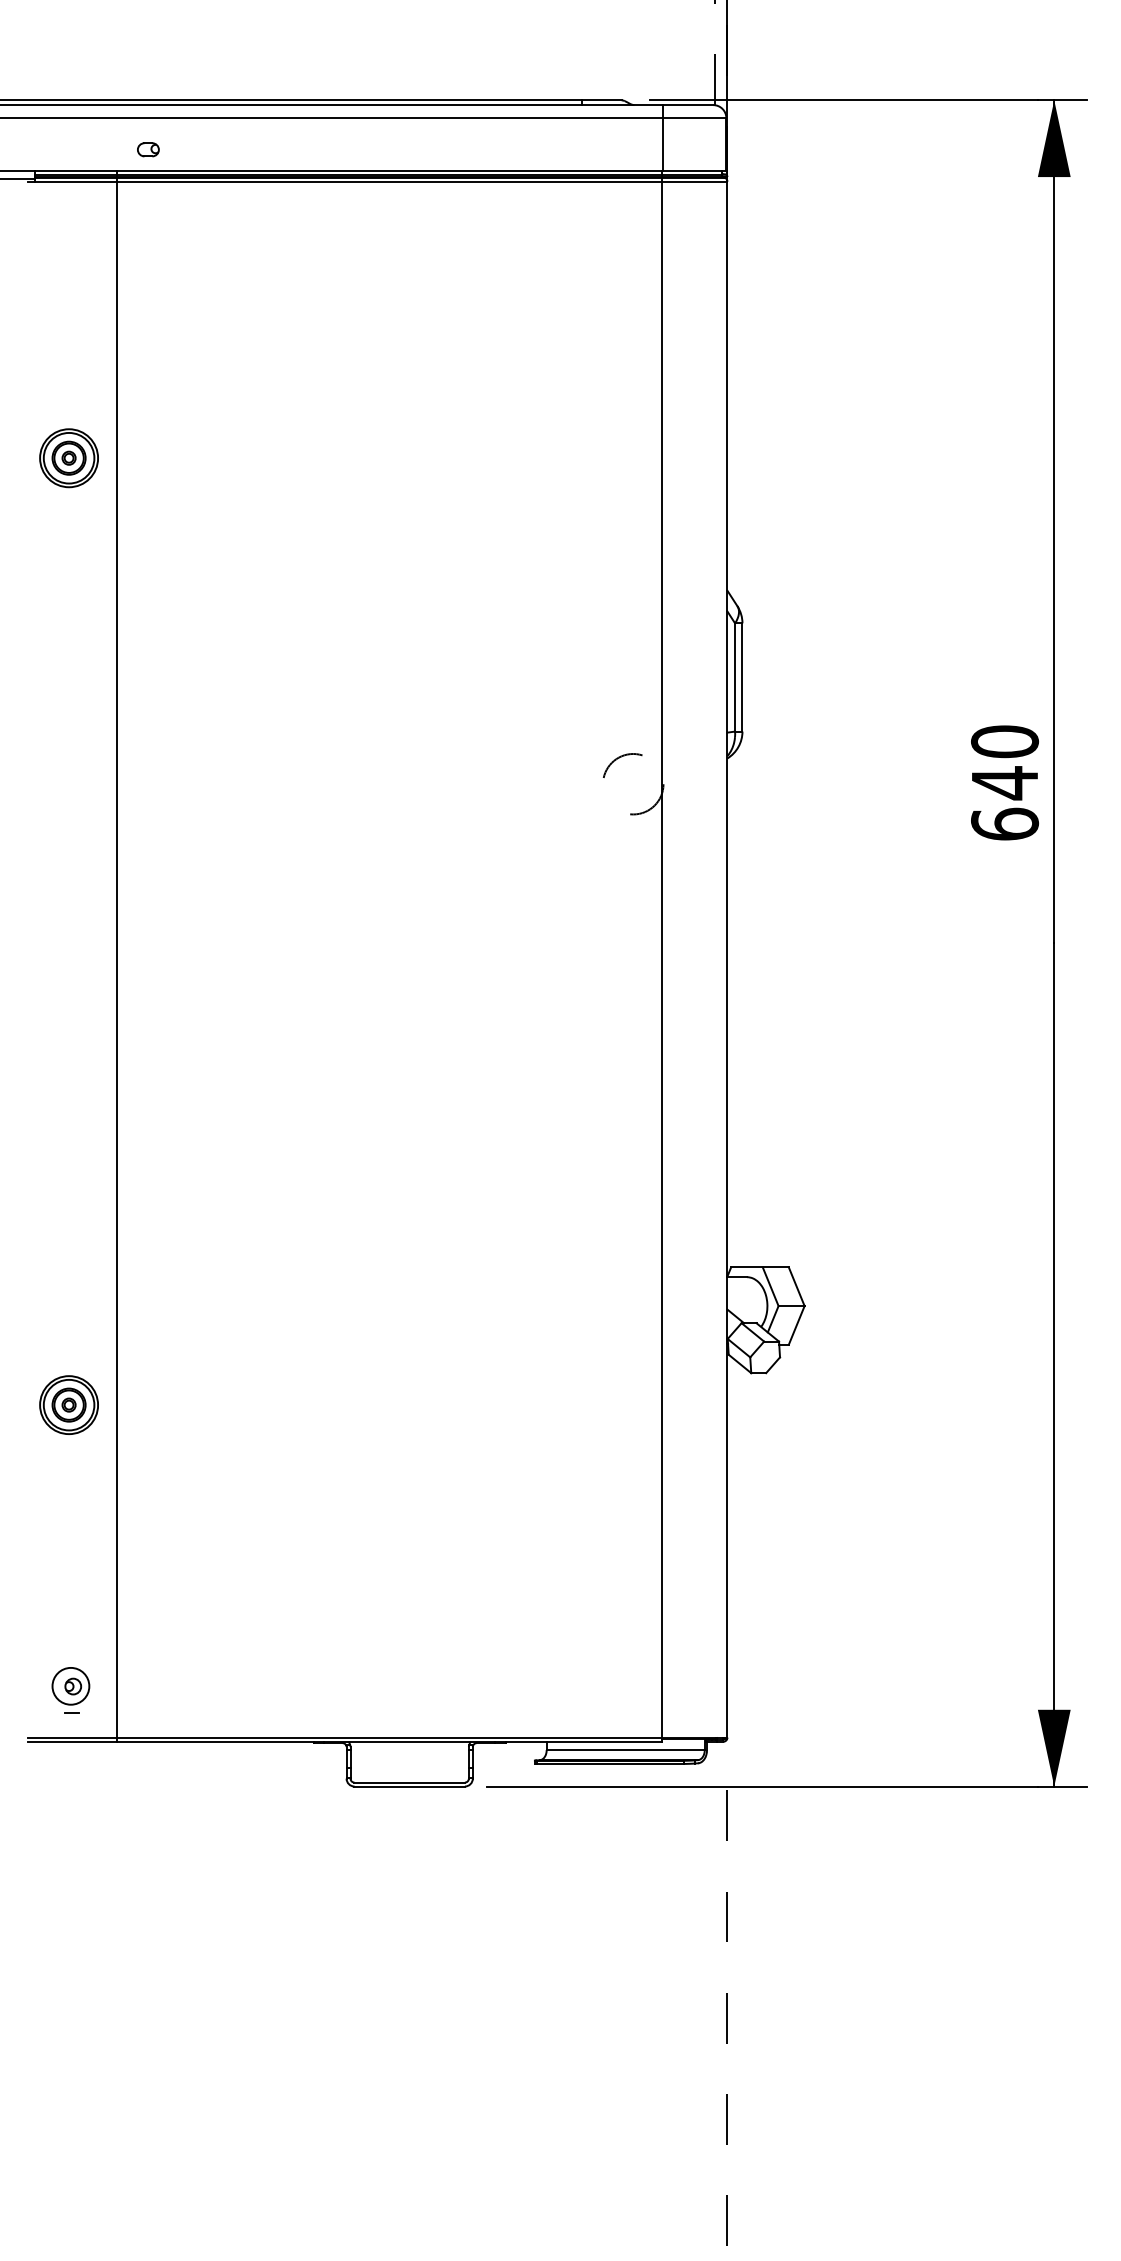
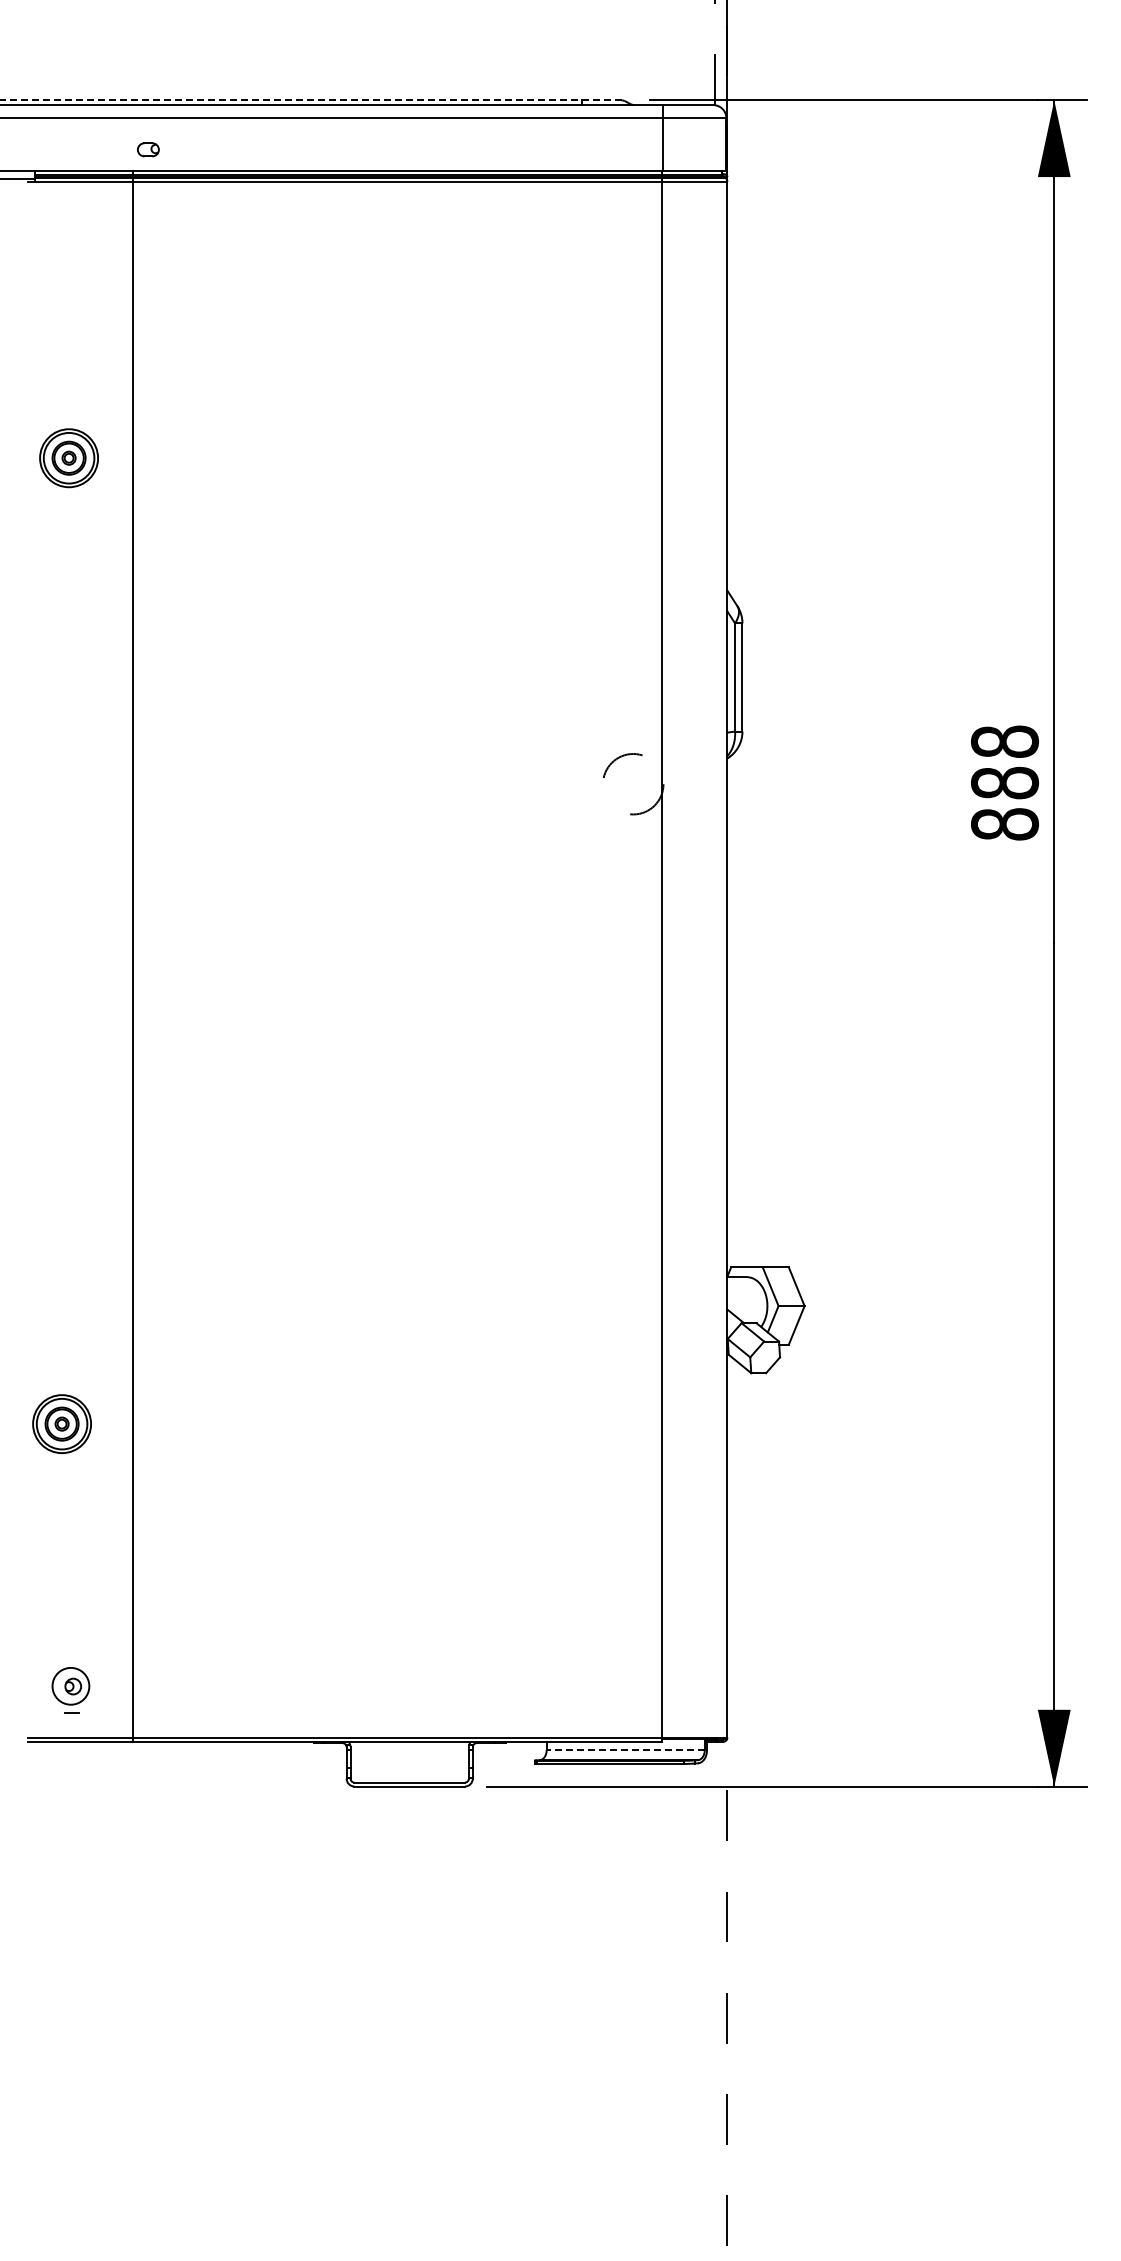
line at (310, 100): solid -> dashed
text at (1005, 782): 640 -> 888
line at (117, 955) position: (117, 955) -> (133, 955)
part at (68, 1404) position: (68, 1404) -> (61, 1423)
line at (625, 1750): solid -> dashed
